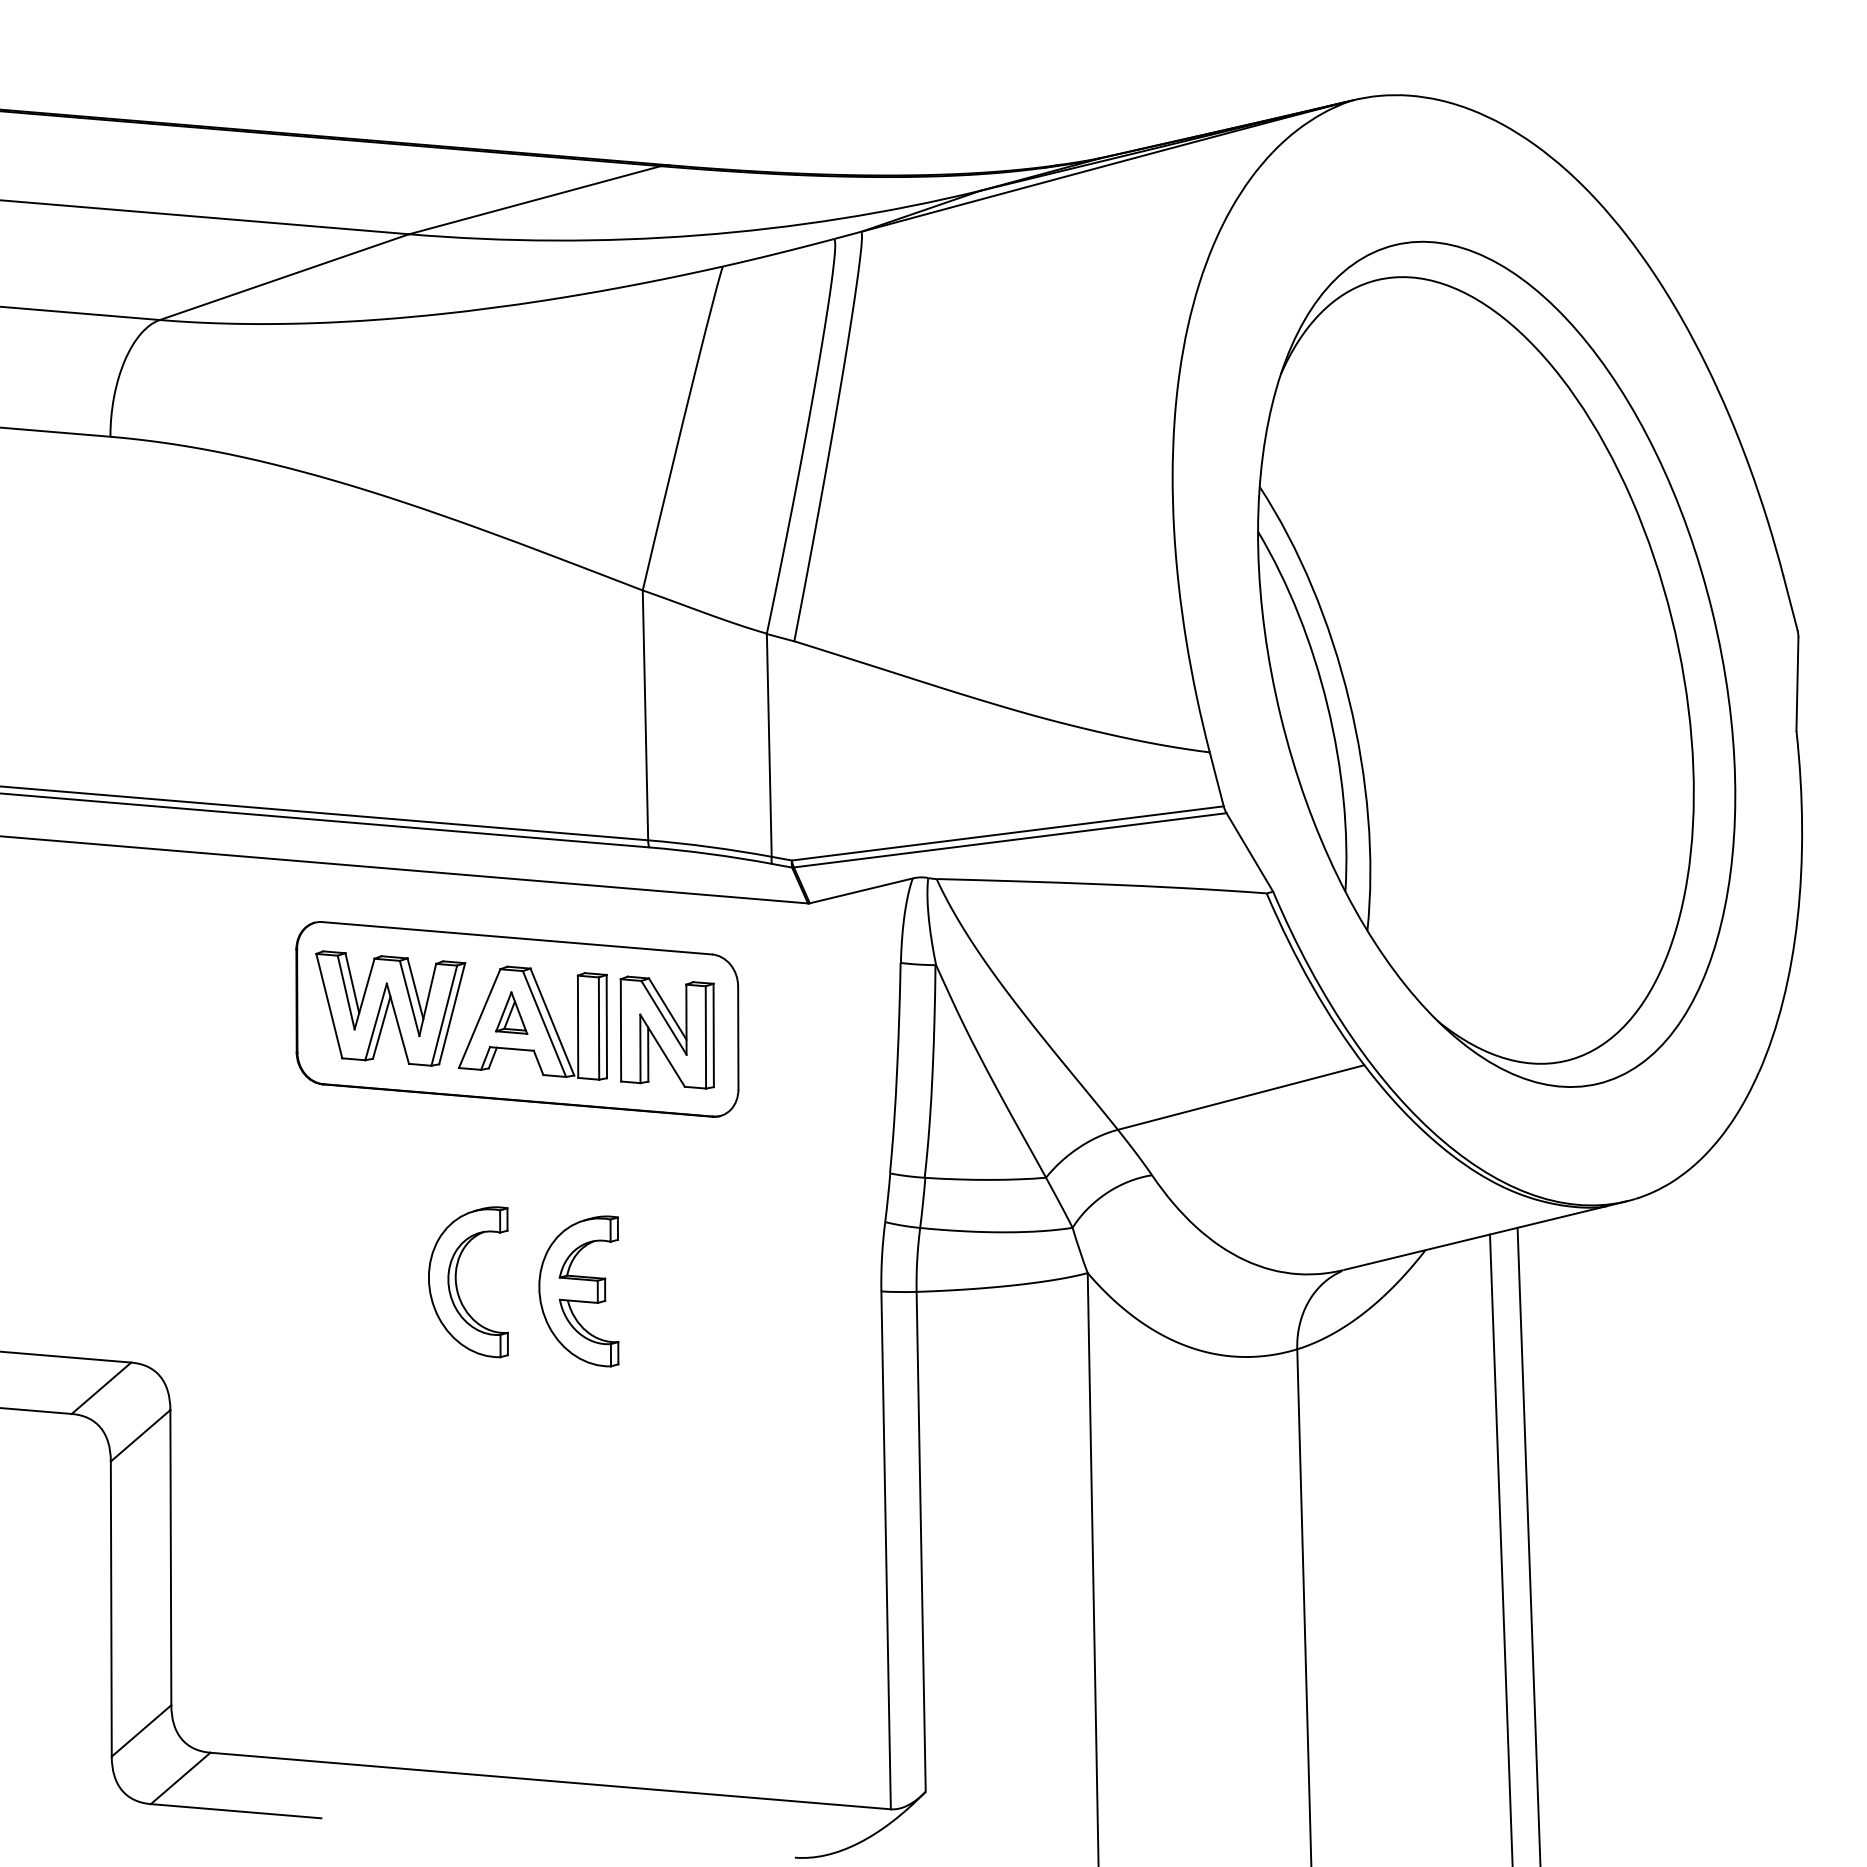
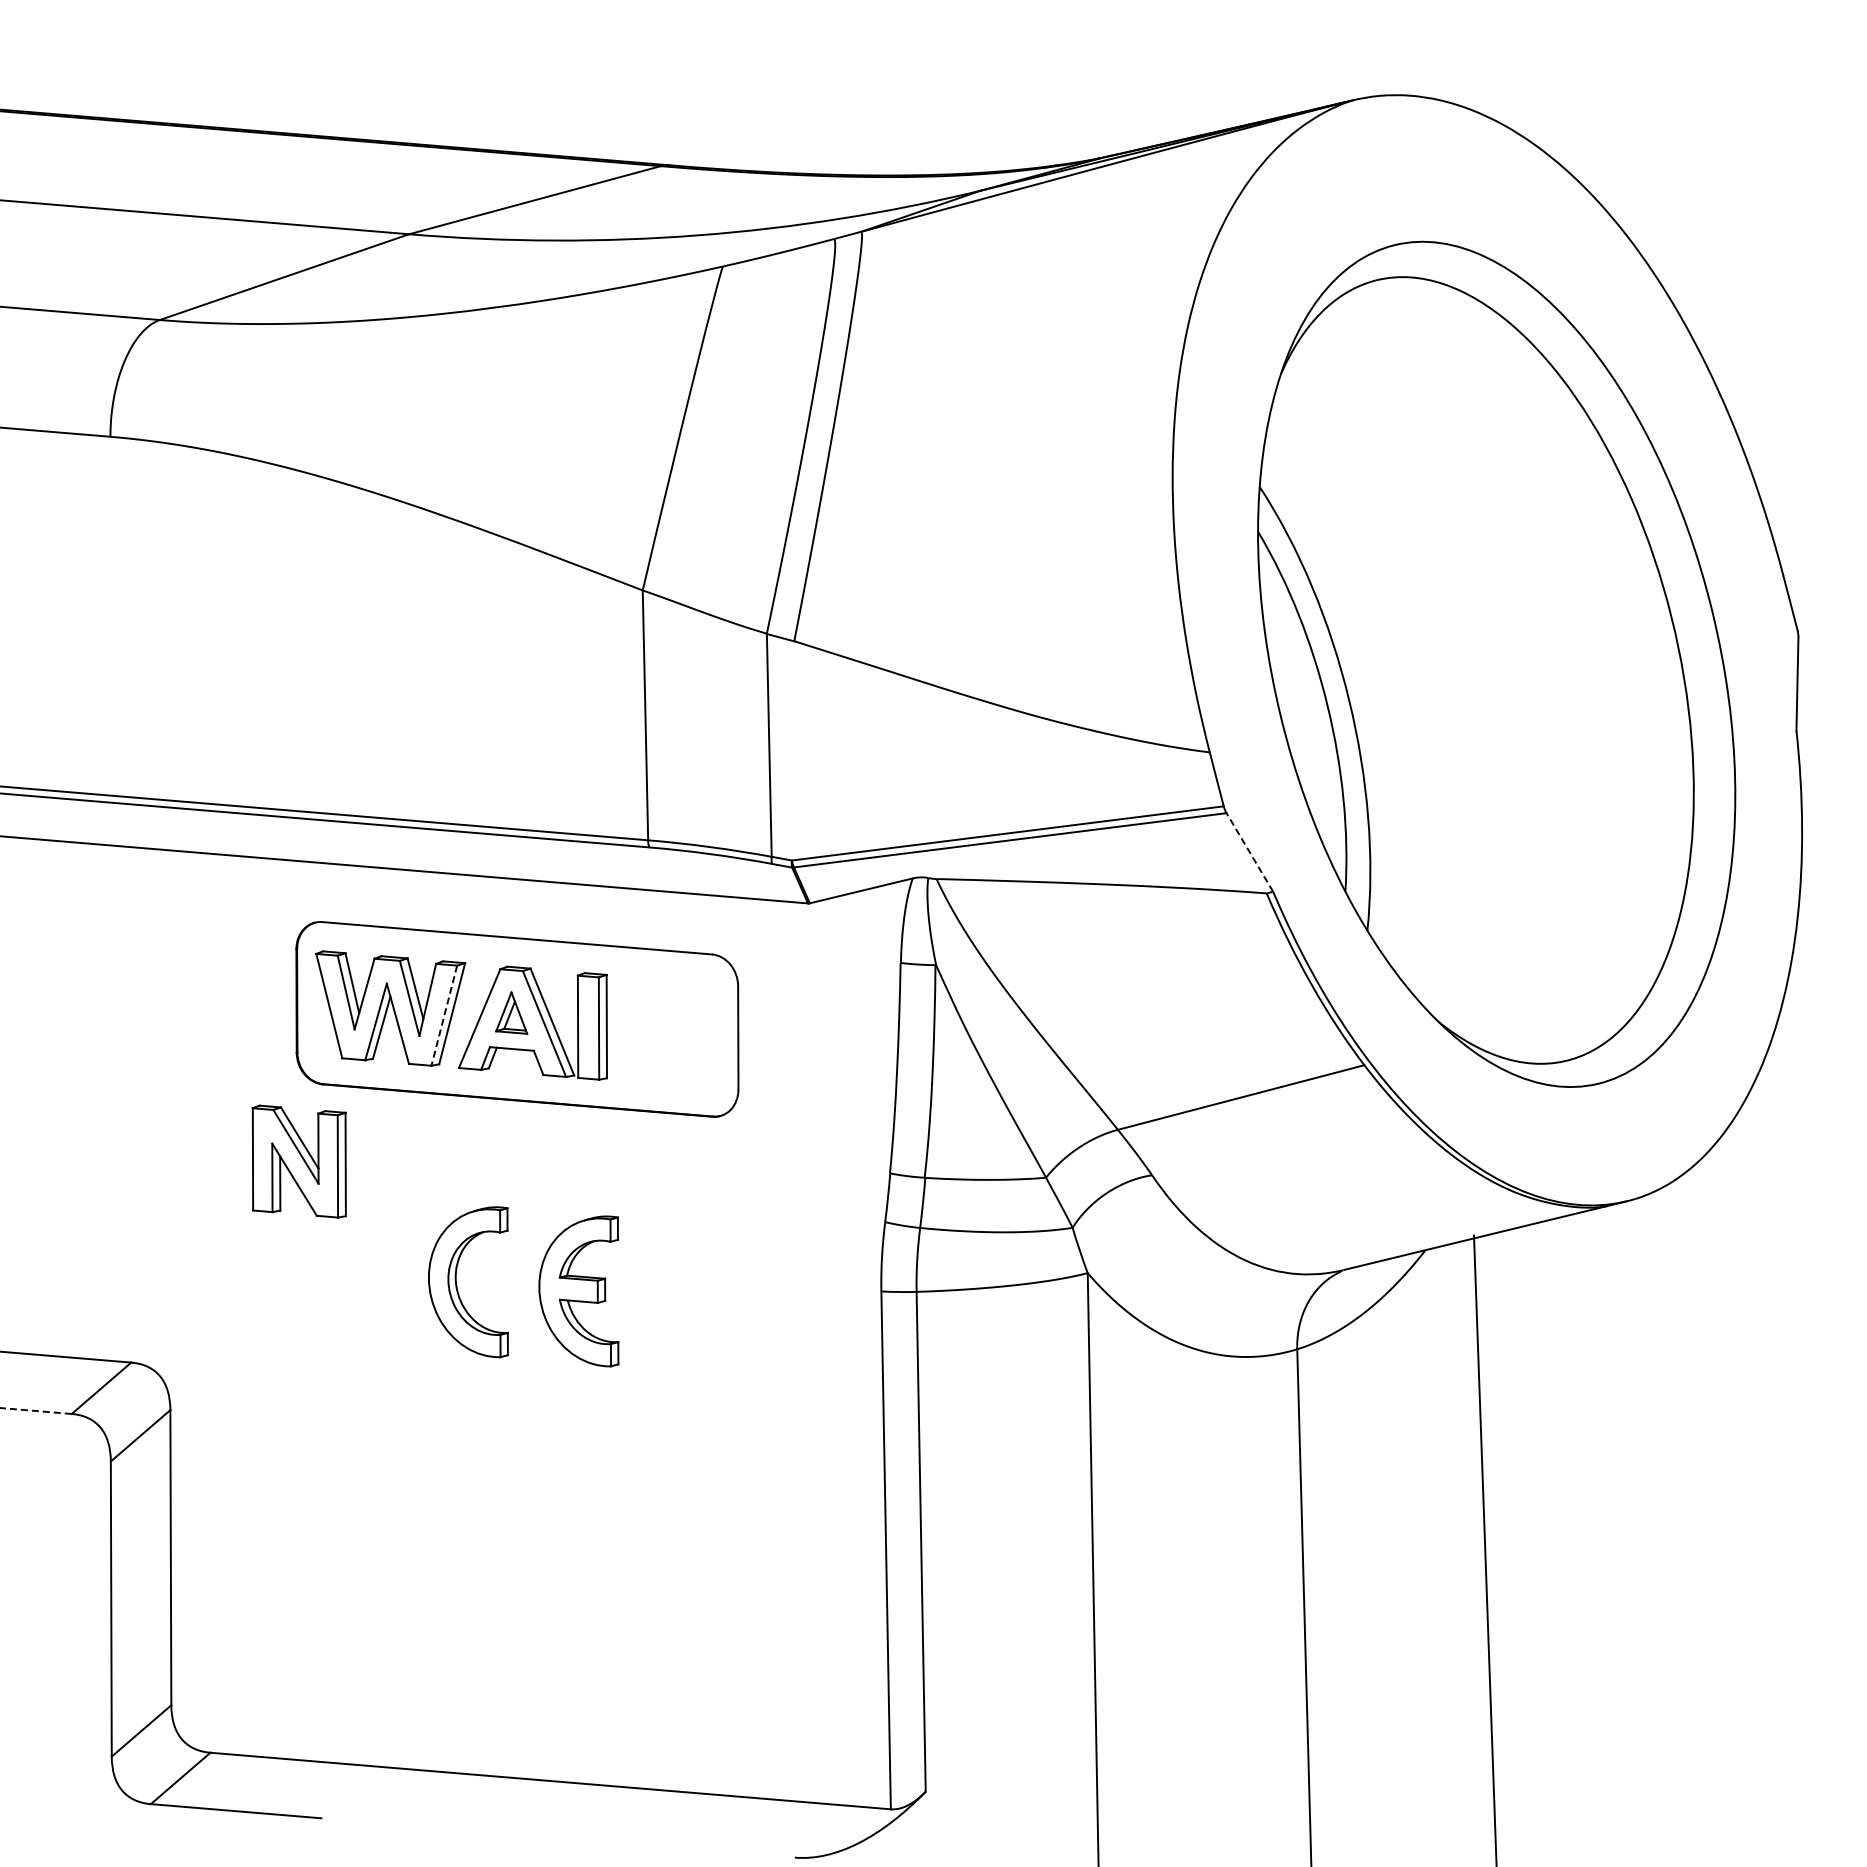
line at (1249, 852): solid -> dashed
line at (444, 1015): solid -> dashed
part at (666, 1032) position: (666, 1032) -> (298, 1161)
line at (35, 1410): solid -> dashed
line at (1528, 1545): present -> none
line at (1500, 1548) position: (1500, 1548) -> (1484, 1549)
